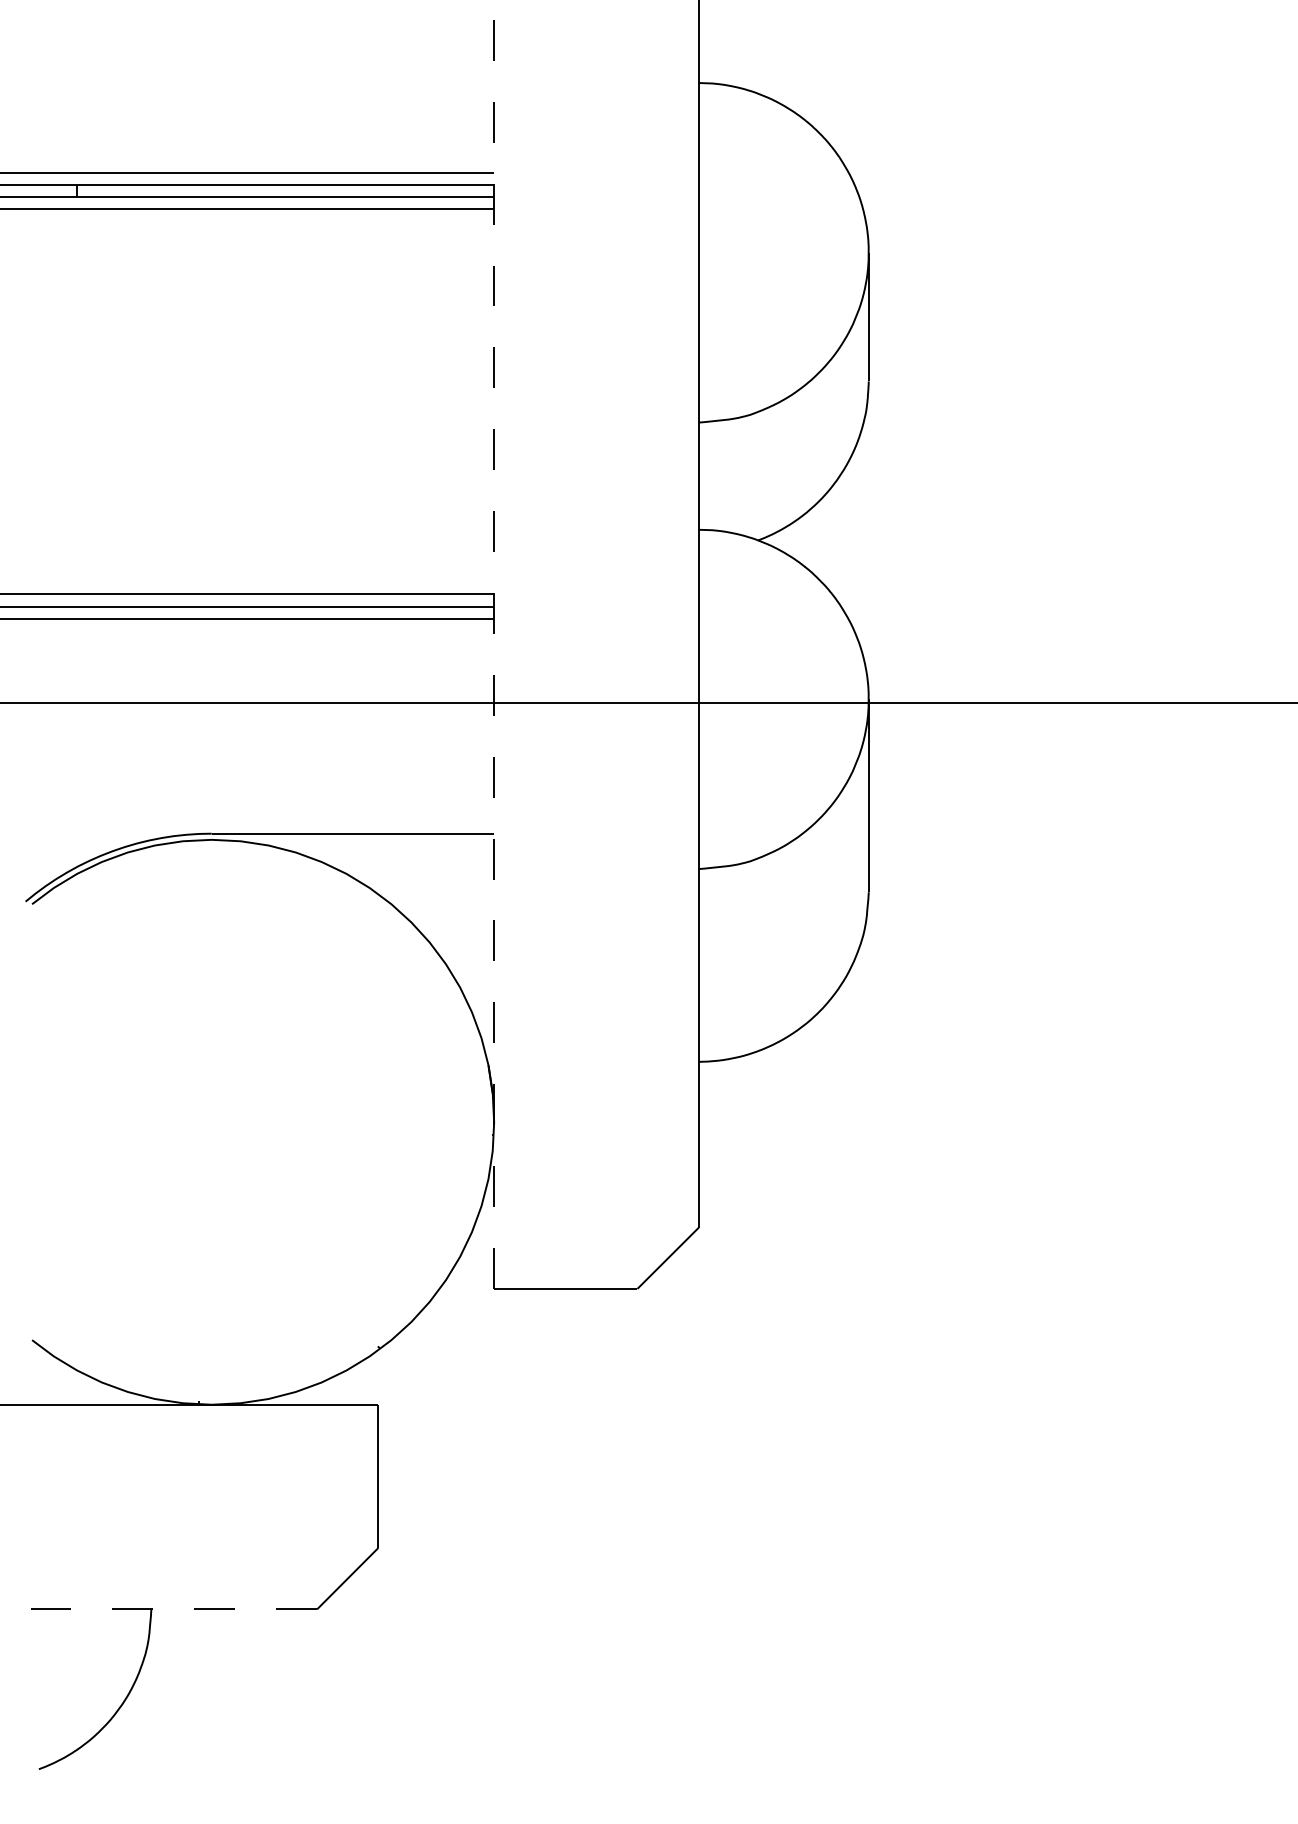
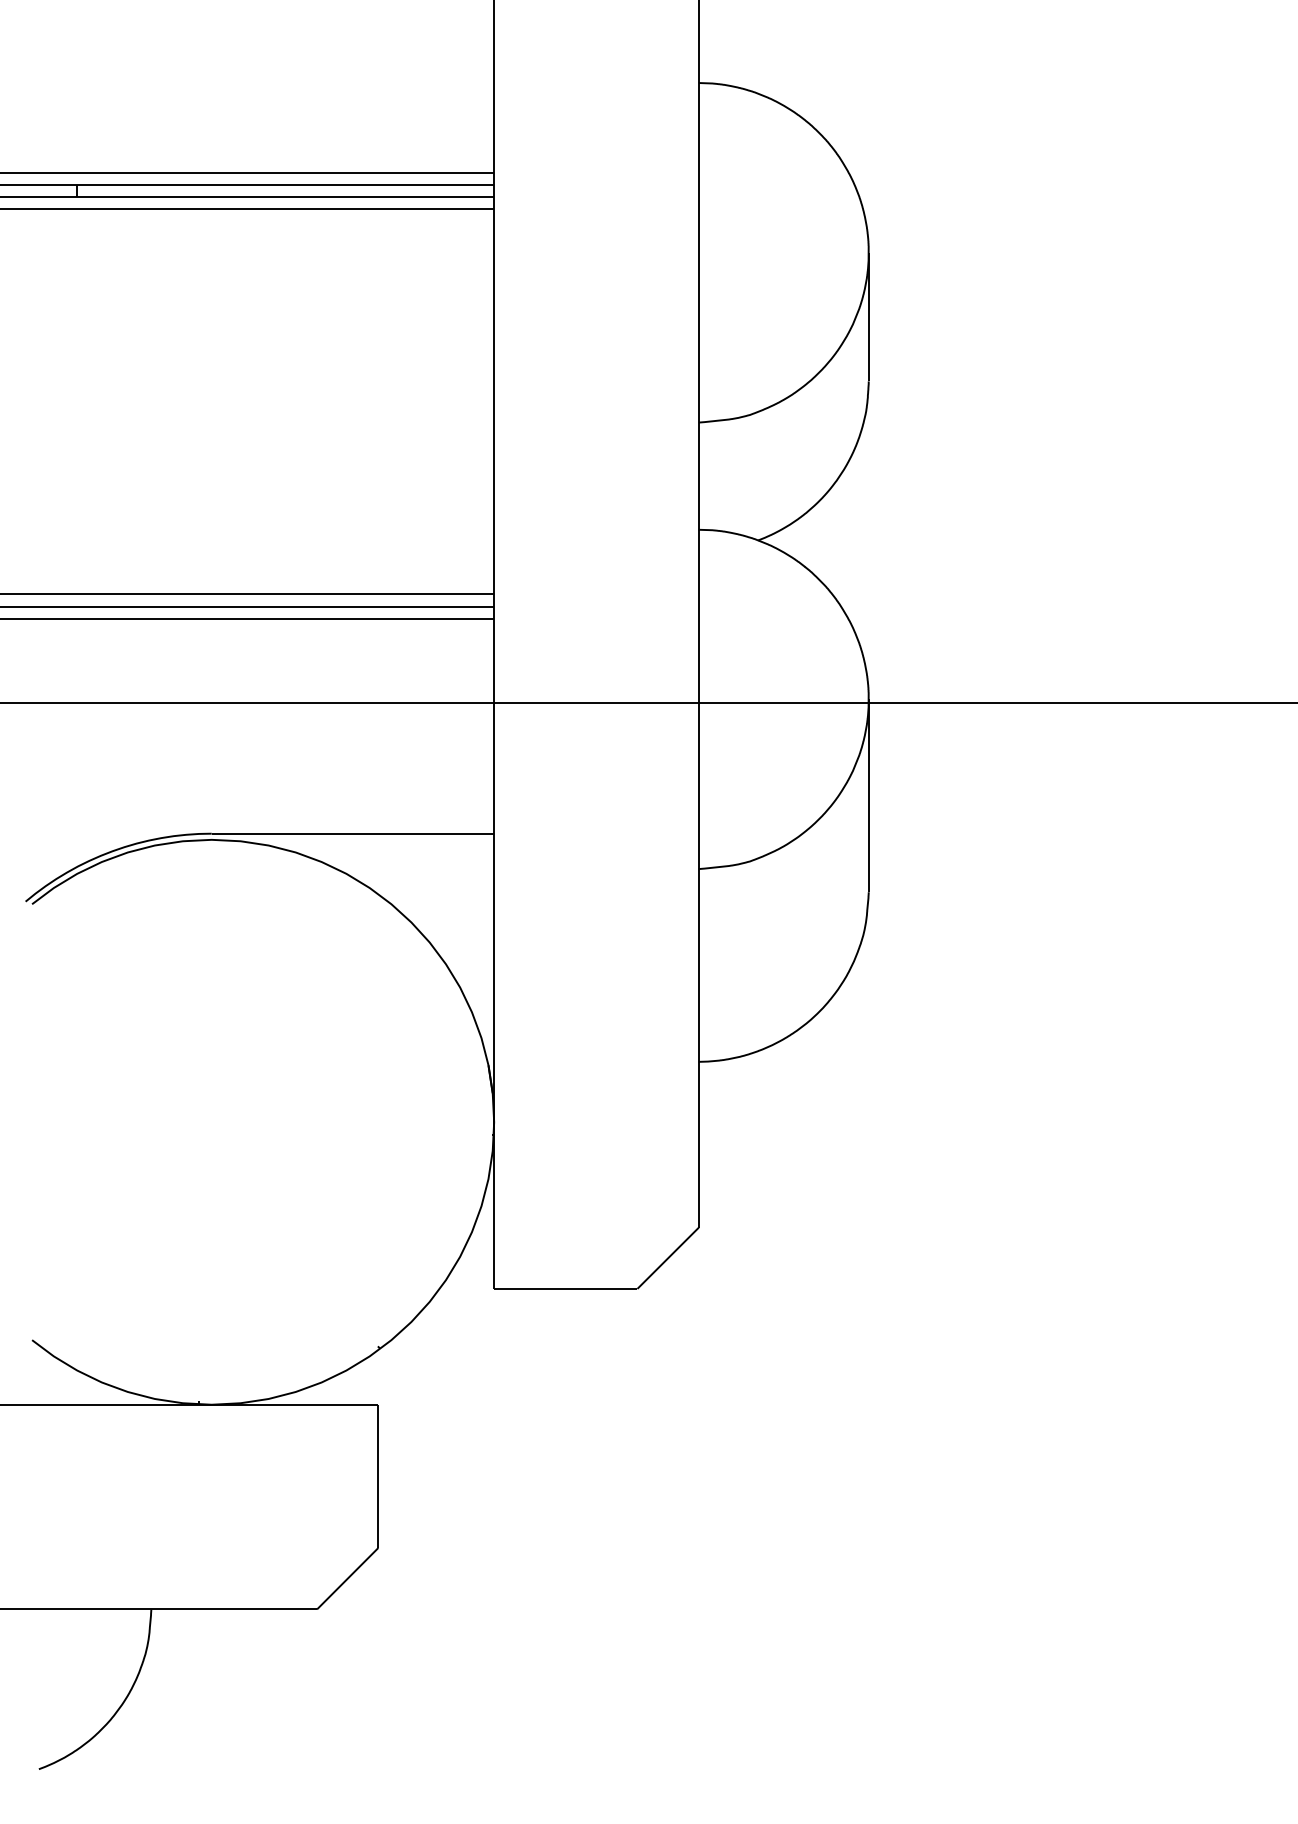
line at (494, 644): dashed -> solid
line at (158, 1609): dashed -> solid
